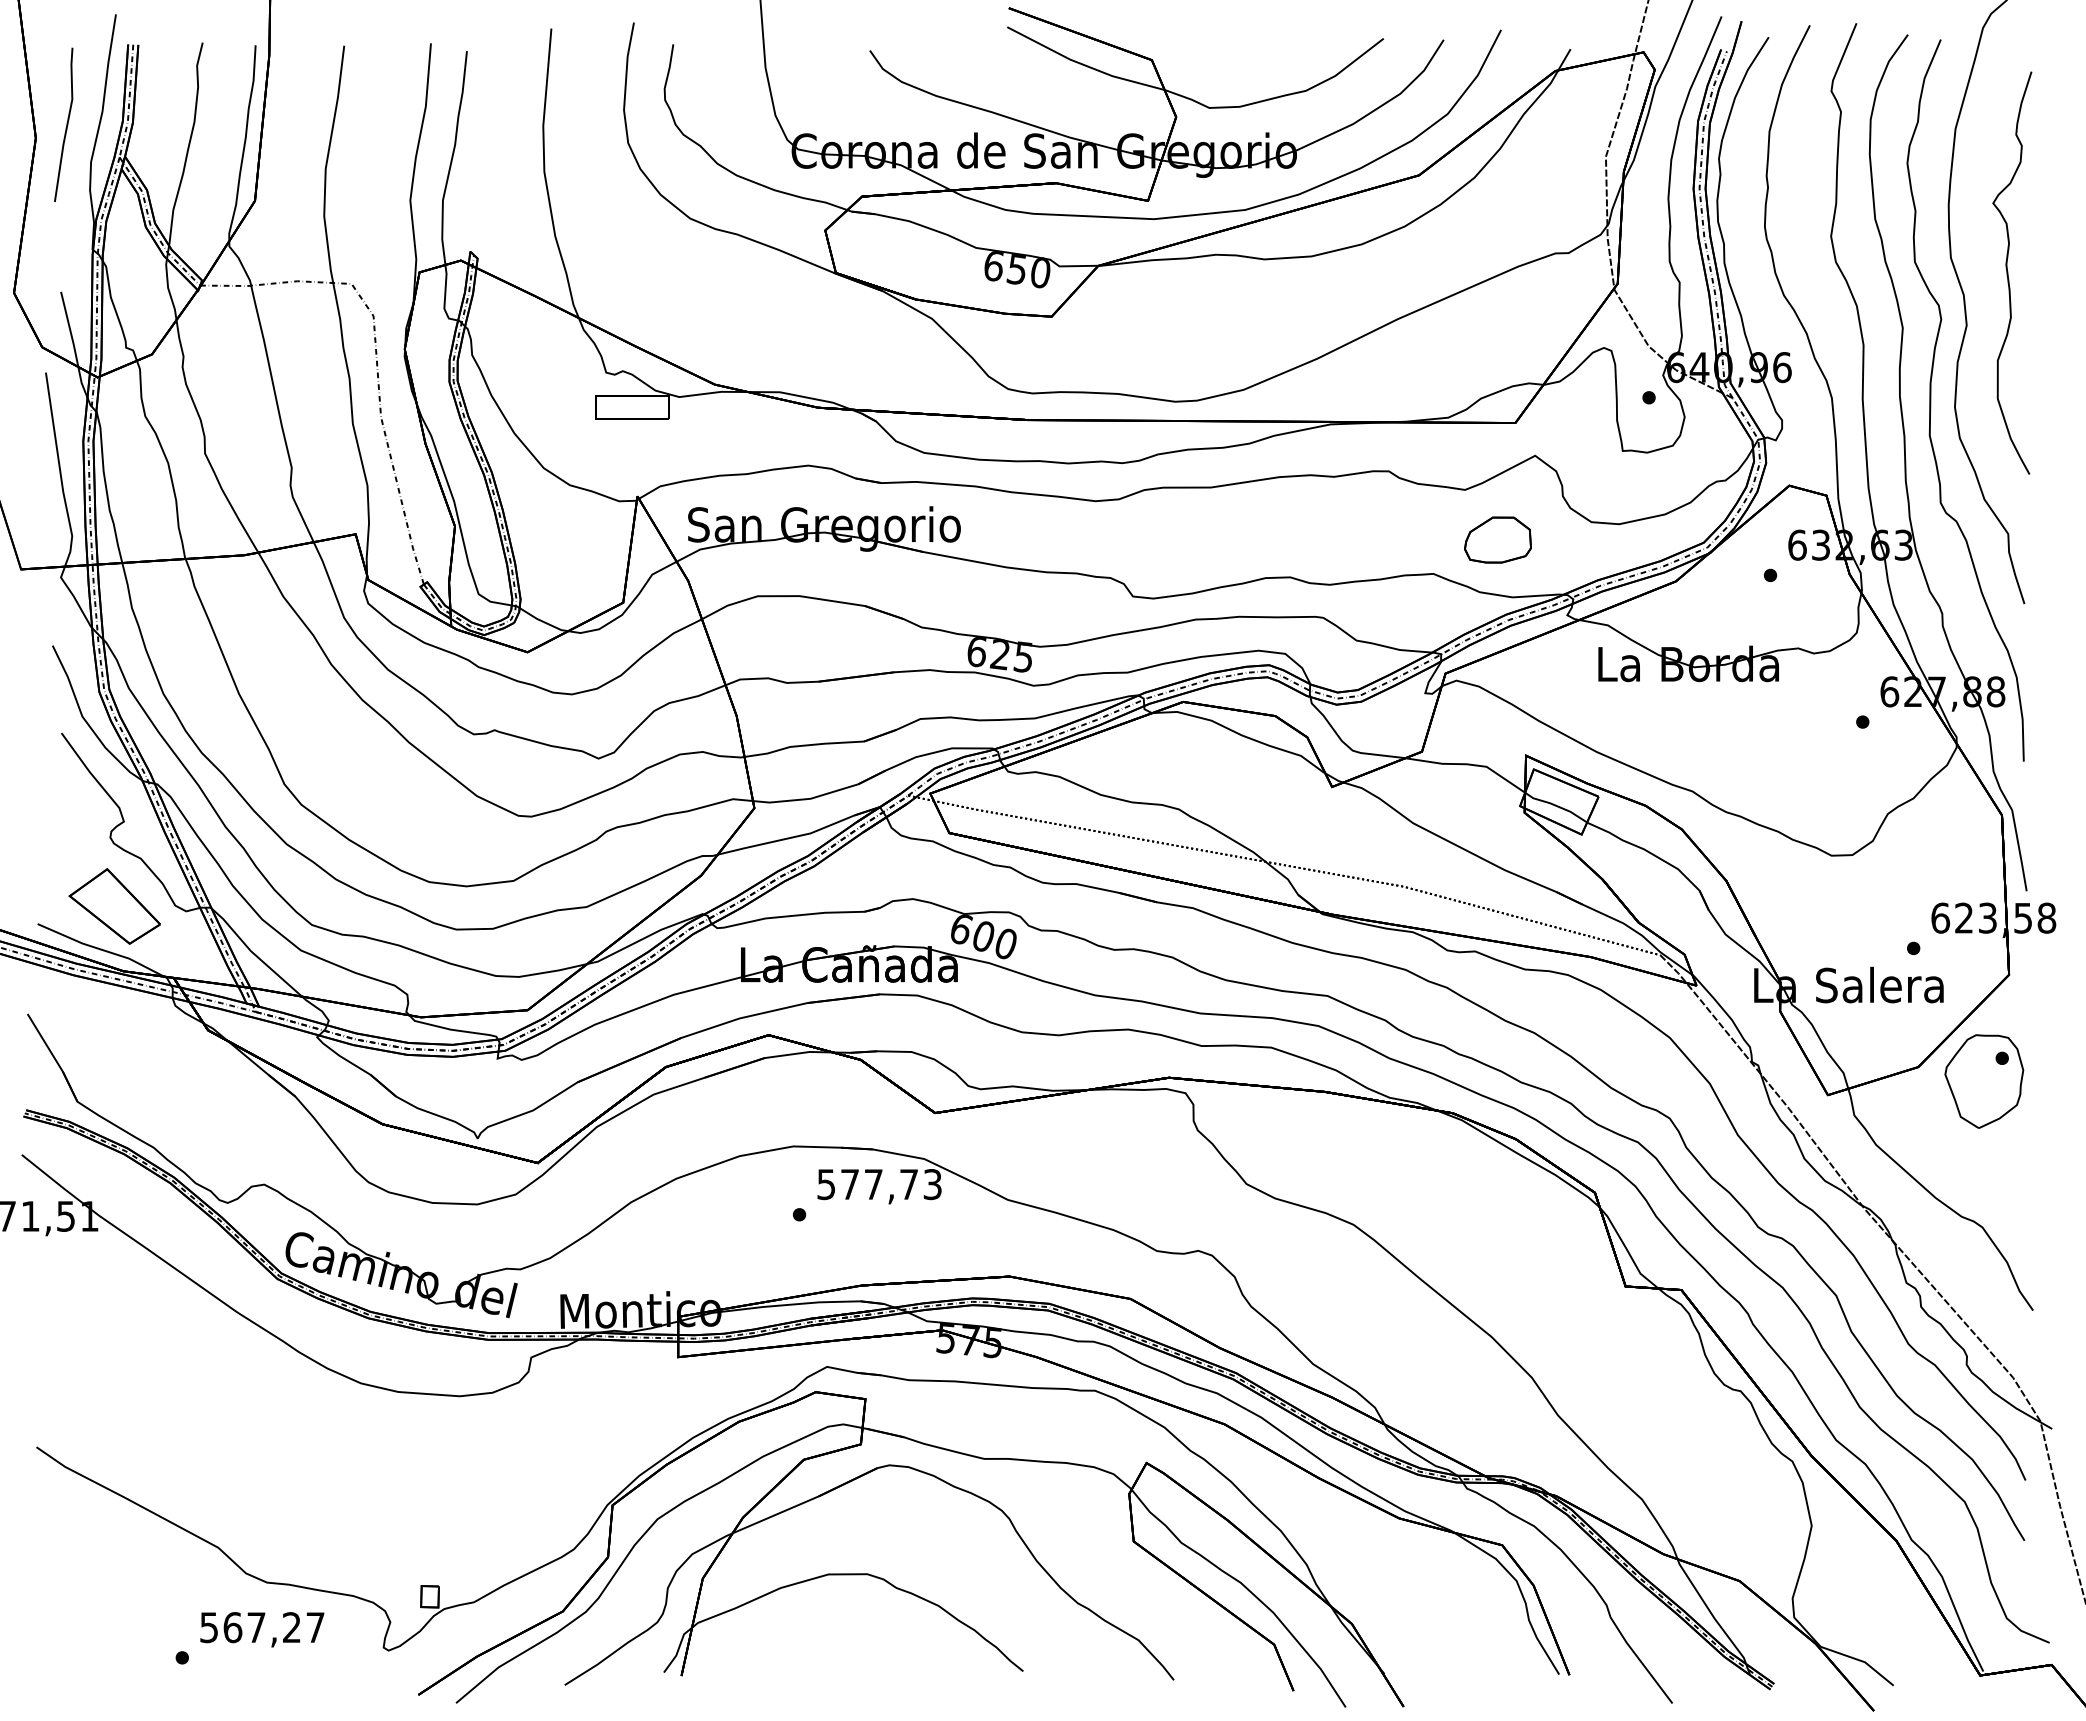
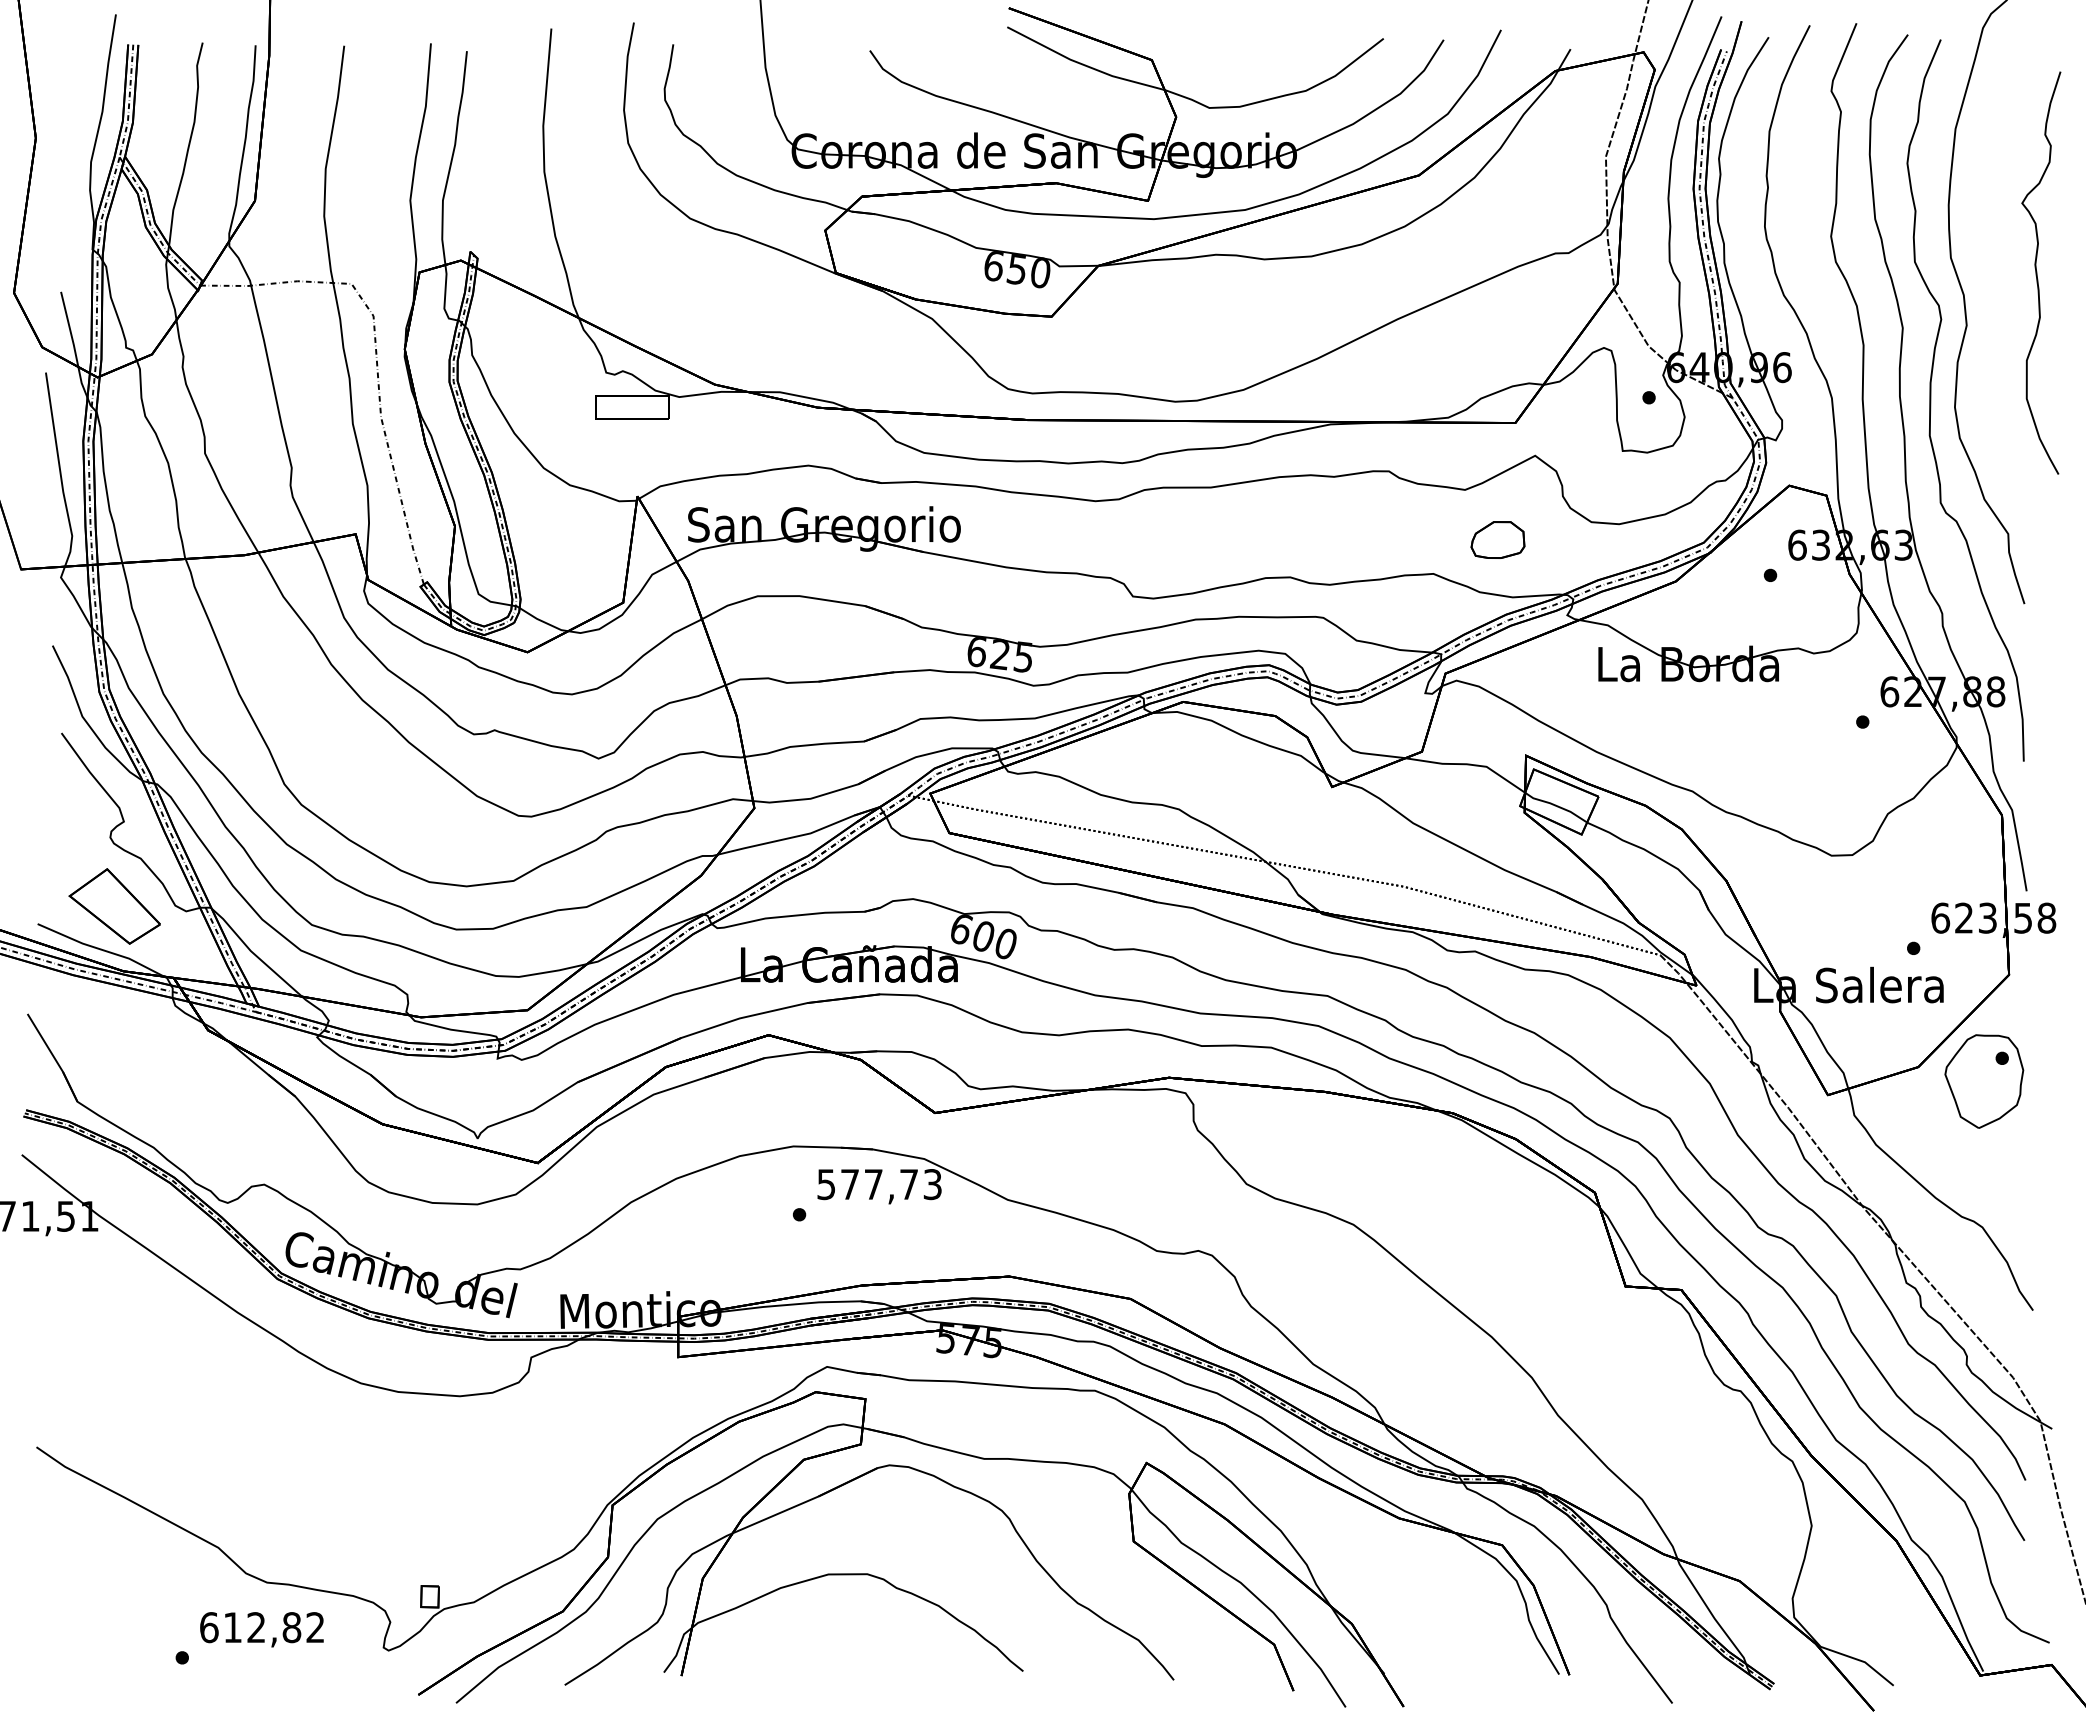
line at (66, 124): present -> none
curve at (2008, 272) position: (2008, 272) -> (2037, 272)
part at (1497, 539) size: 68x48 px -> 56x38 px
text at (262, 1627): 567,27 -> 612,82
